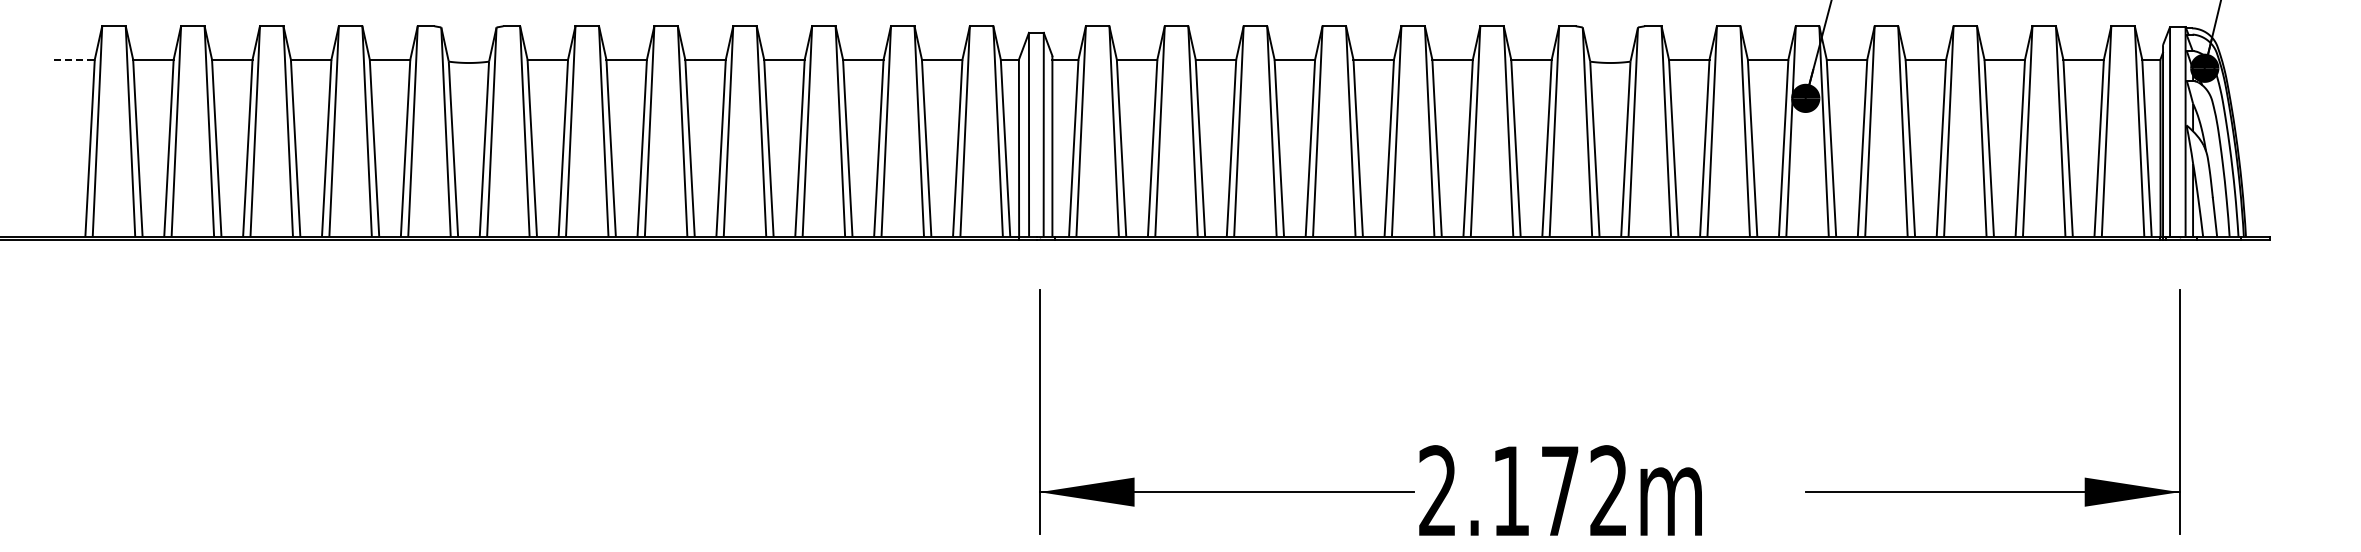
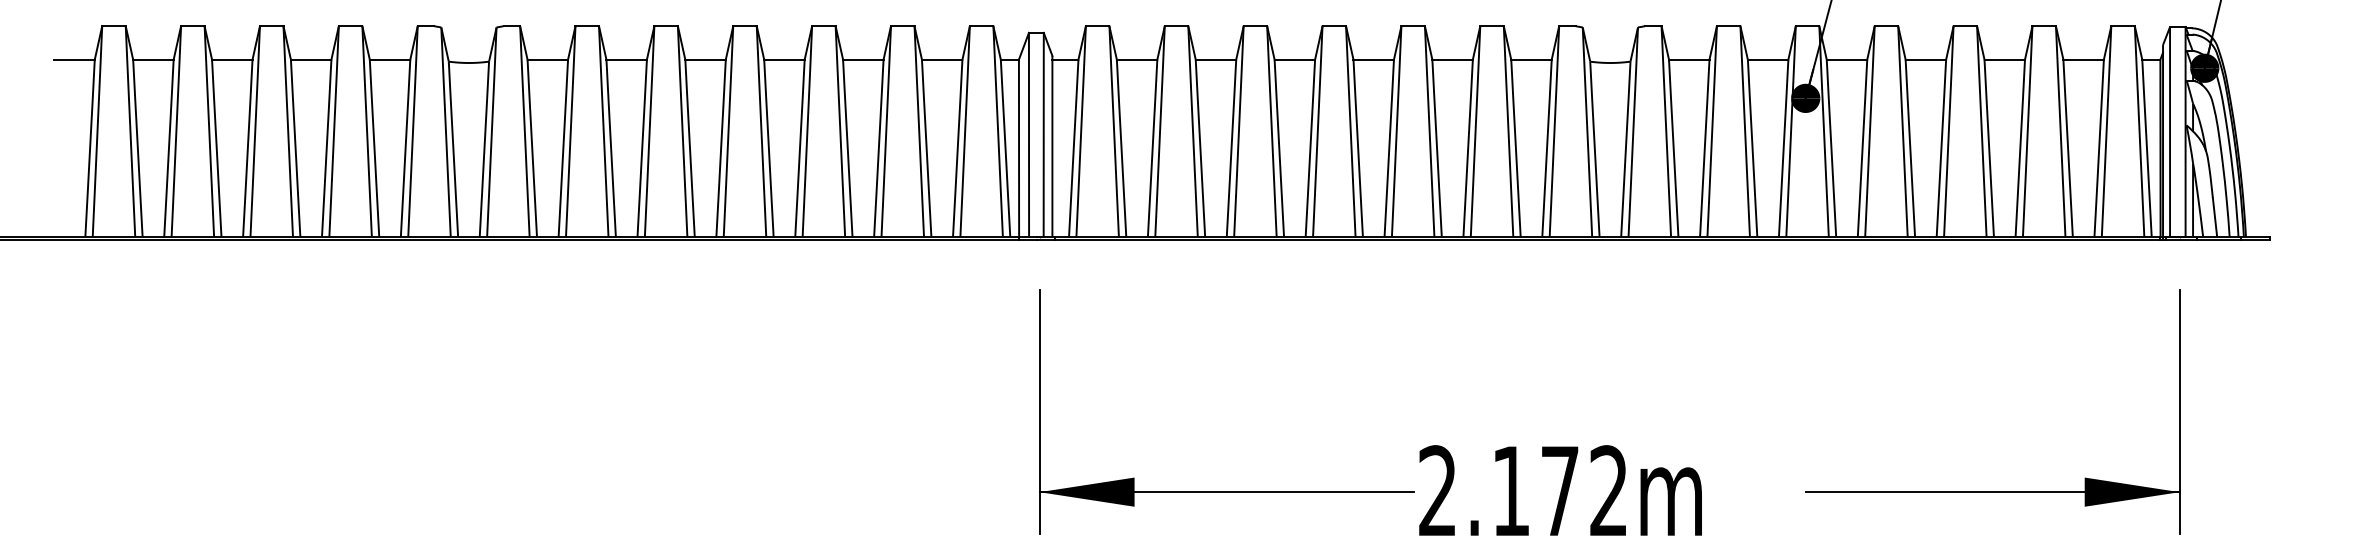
line at (75, 59): dashed -> solid
